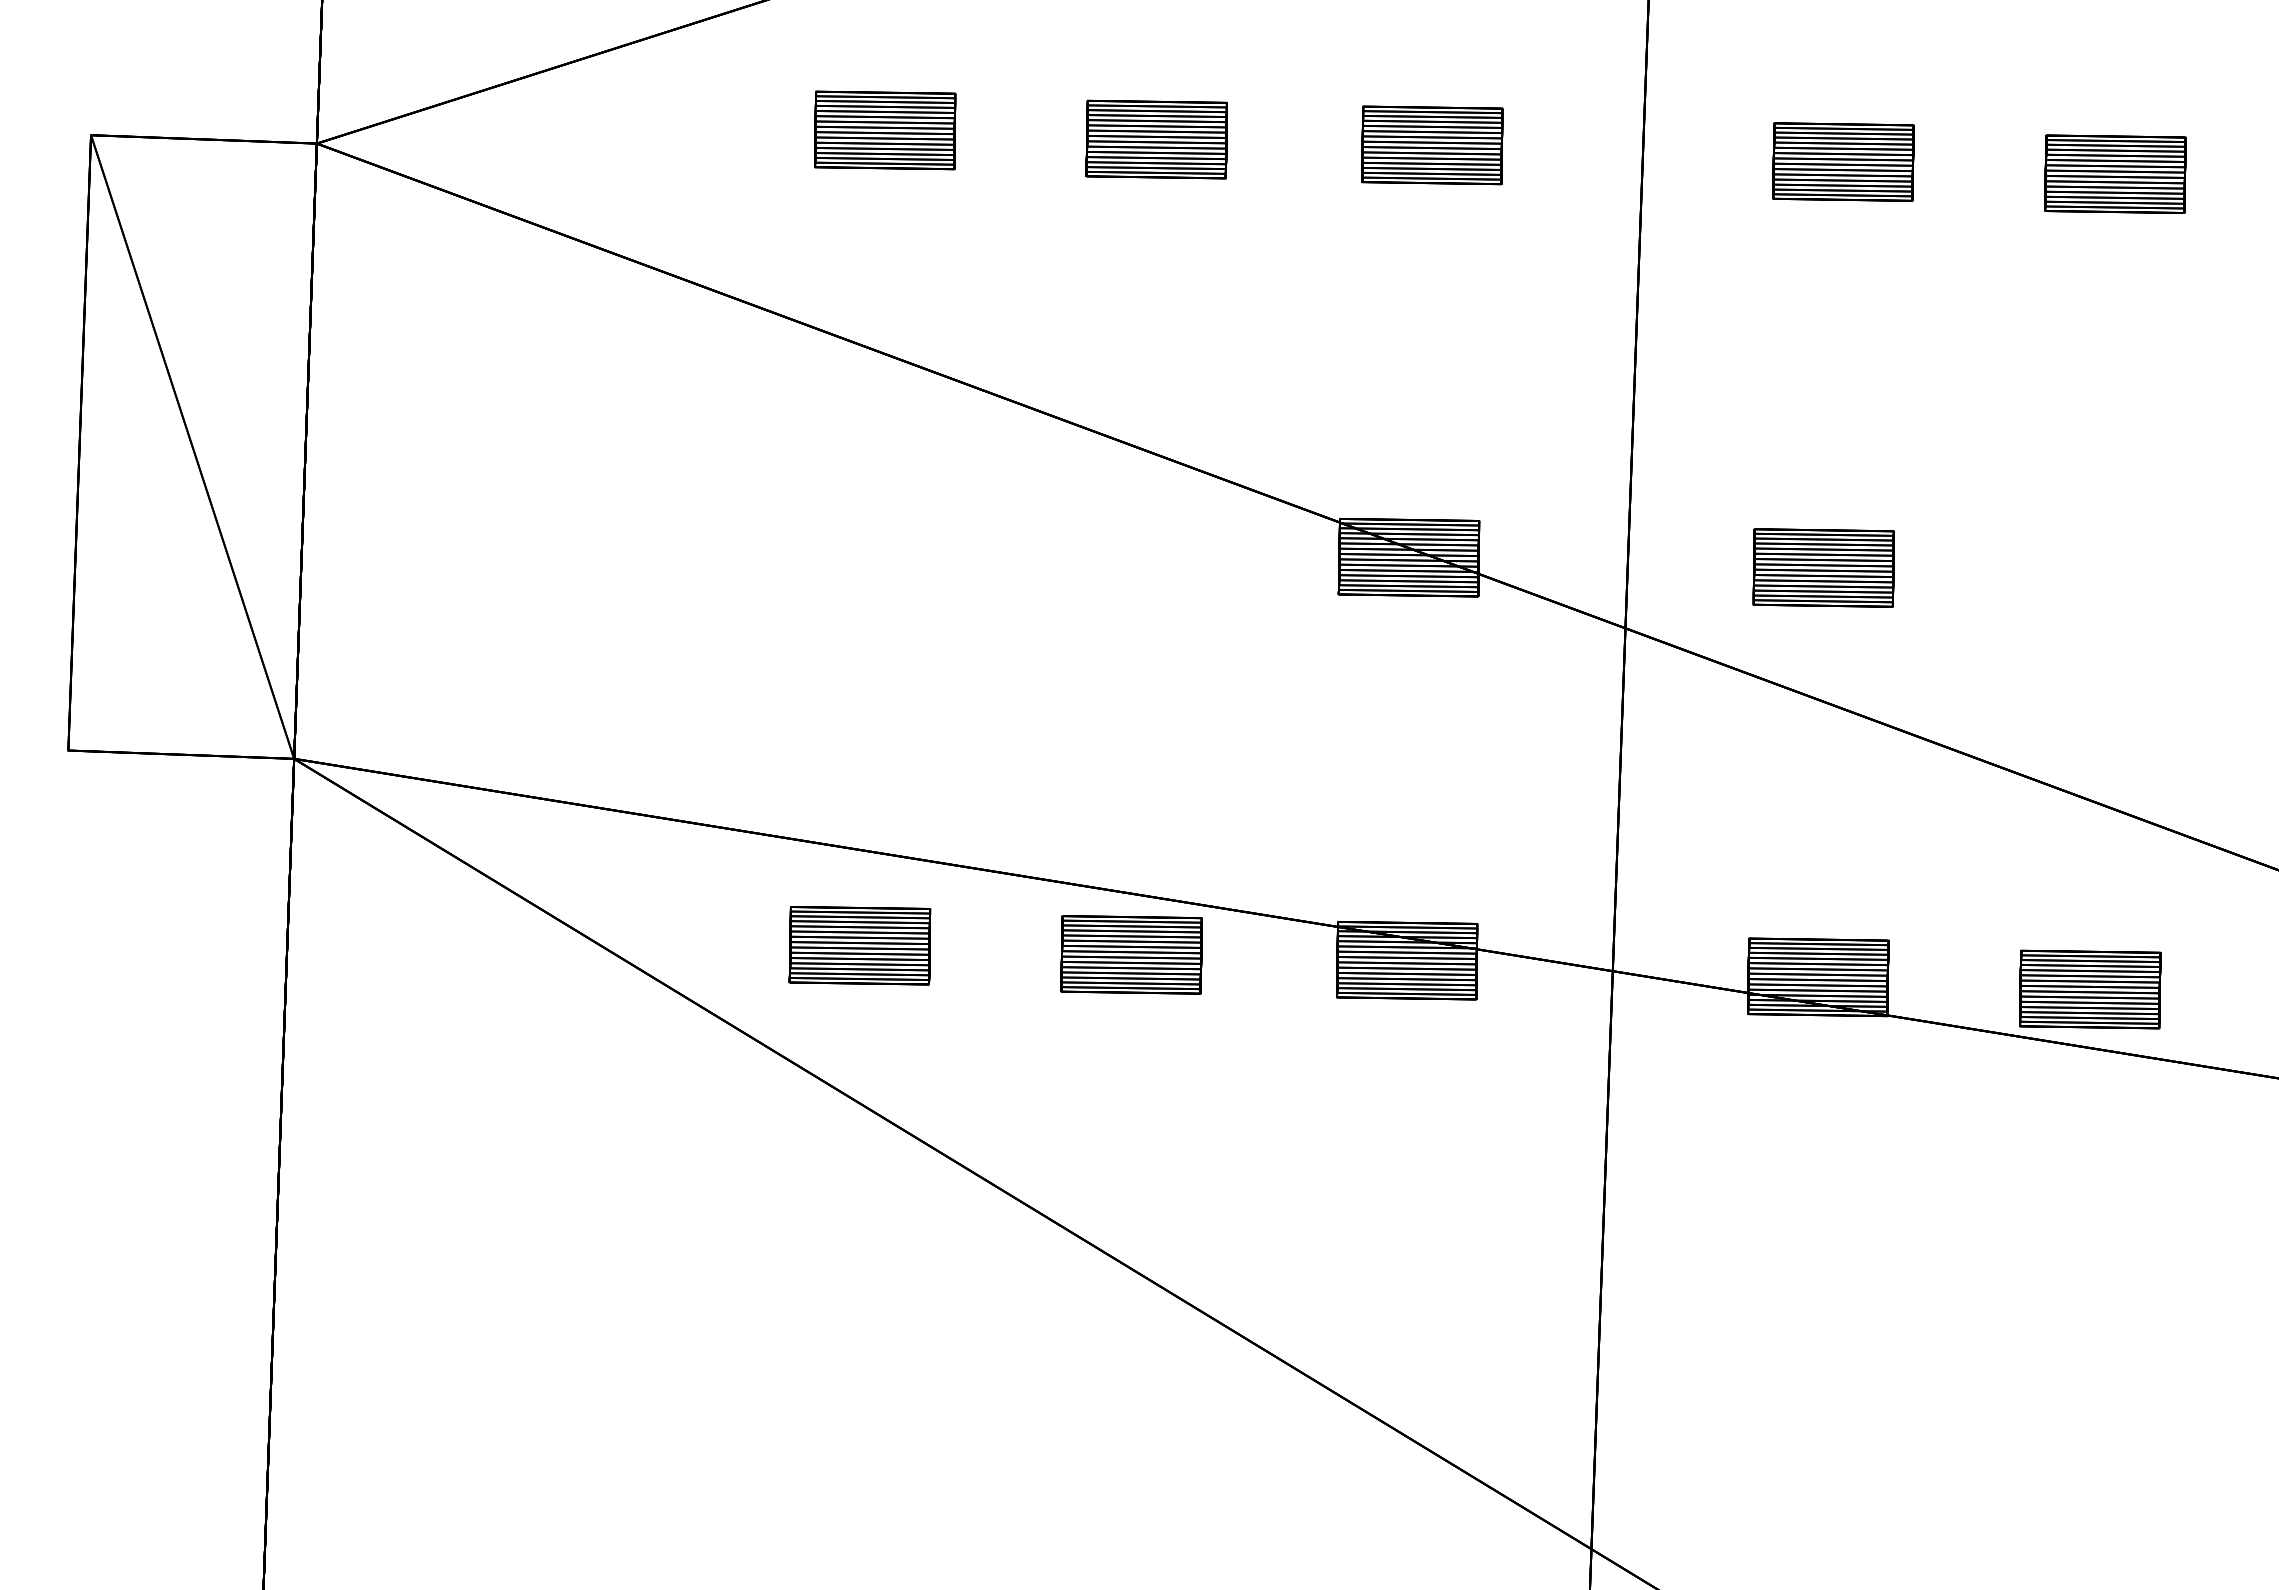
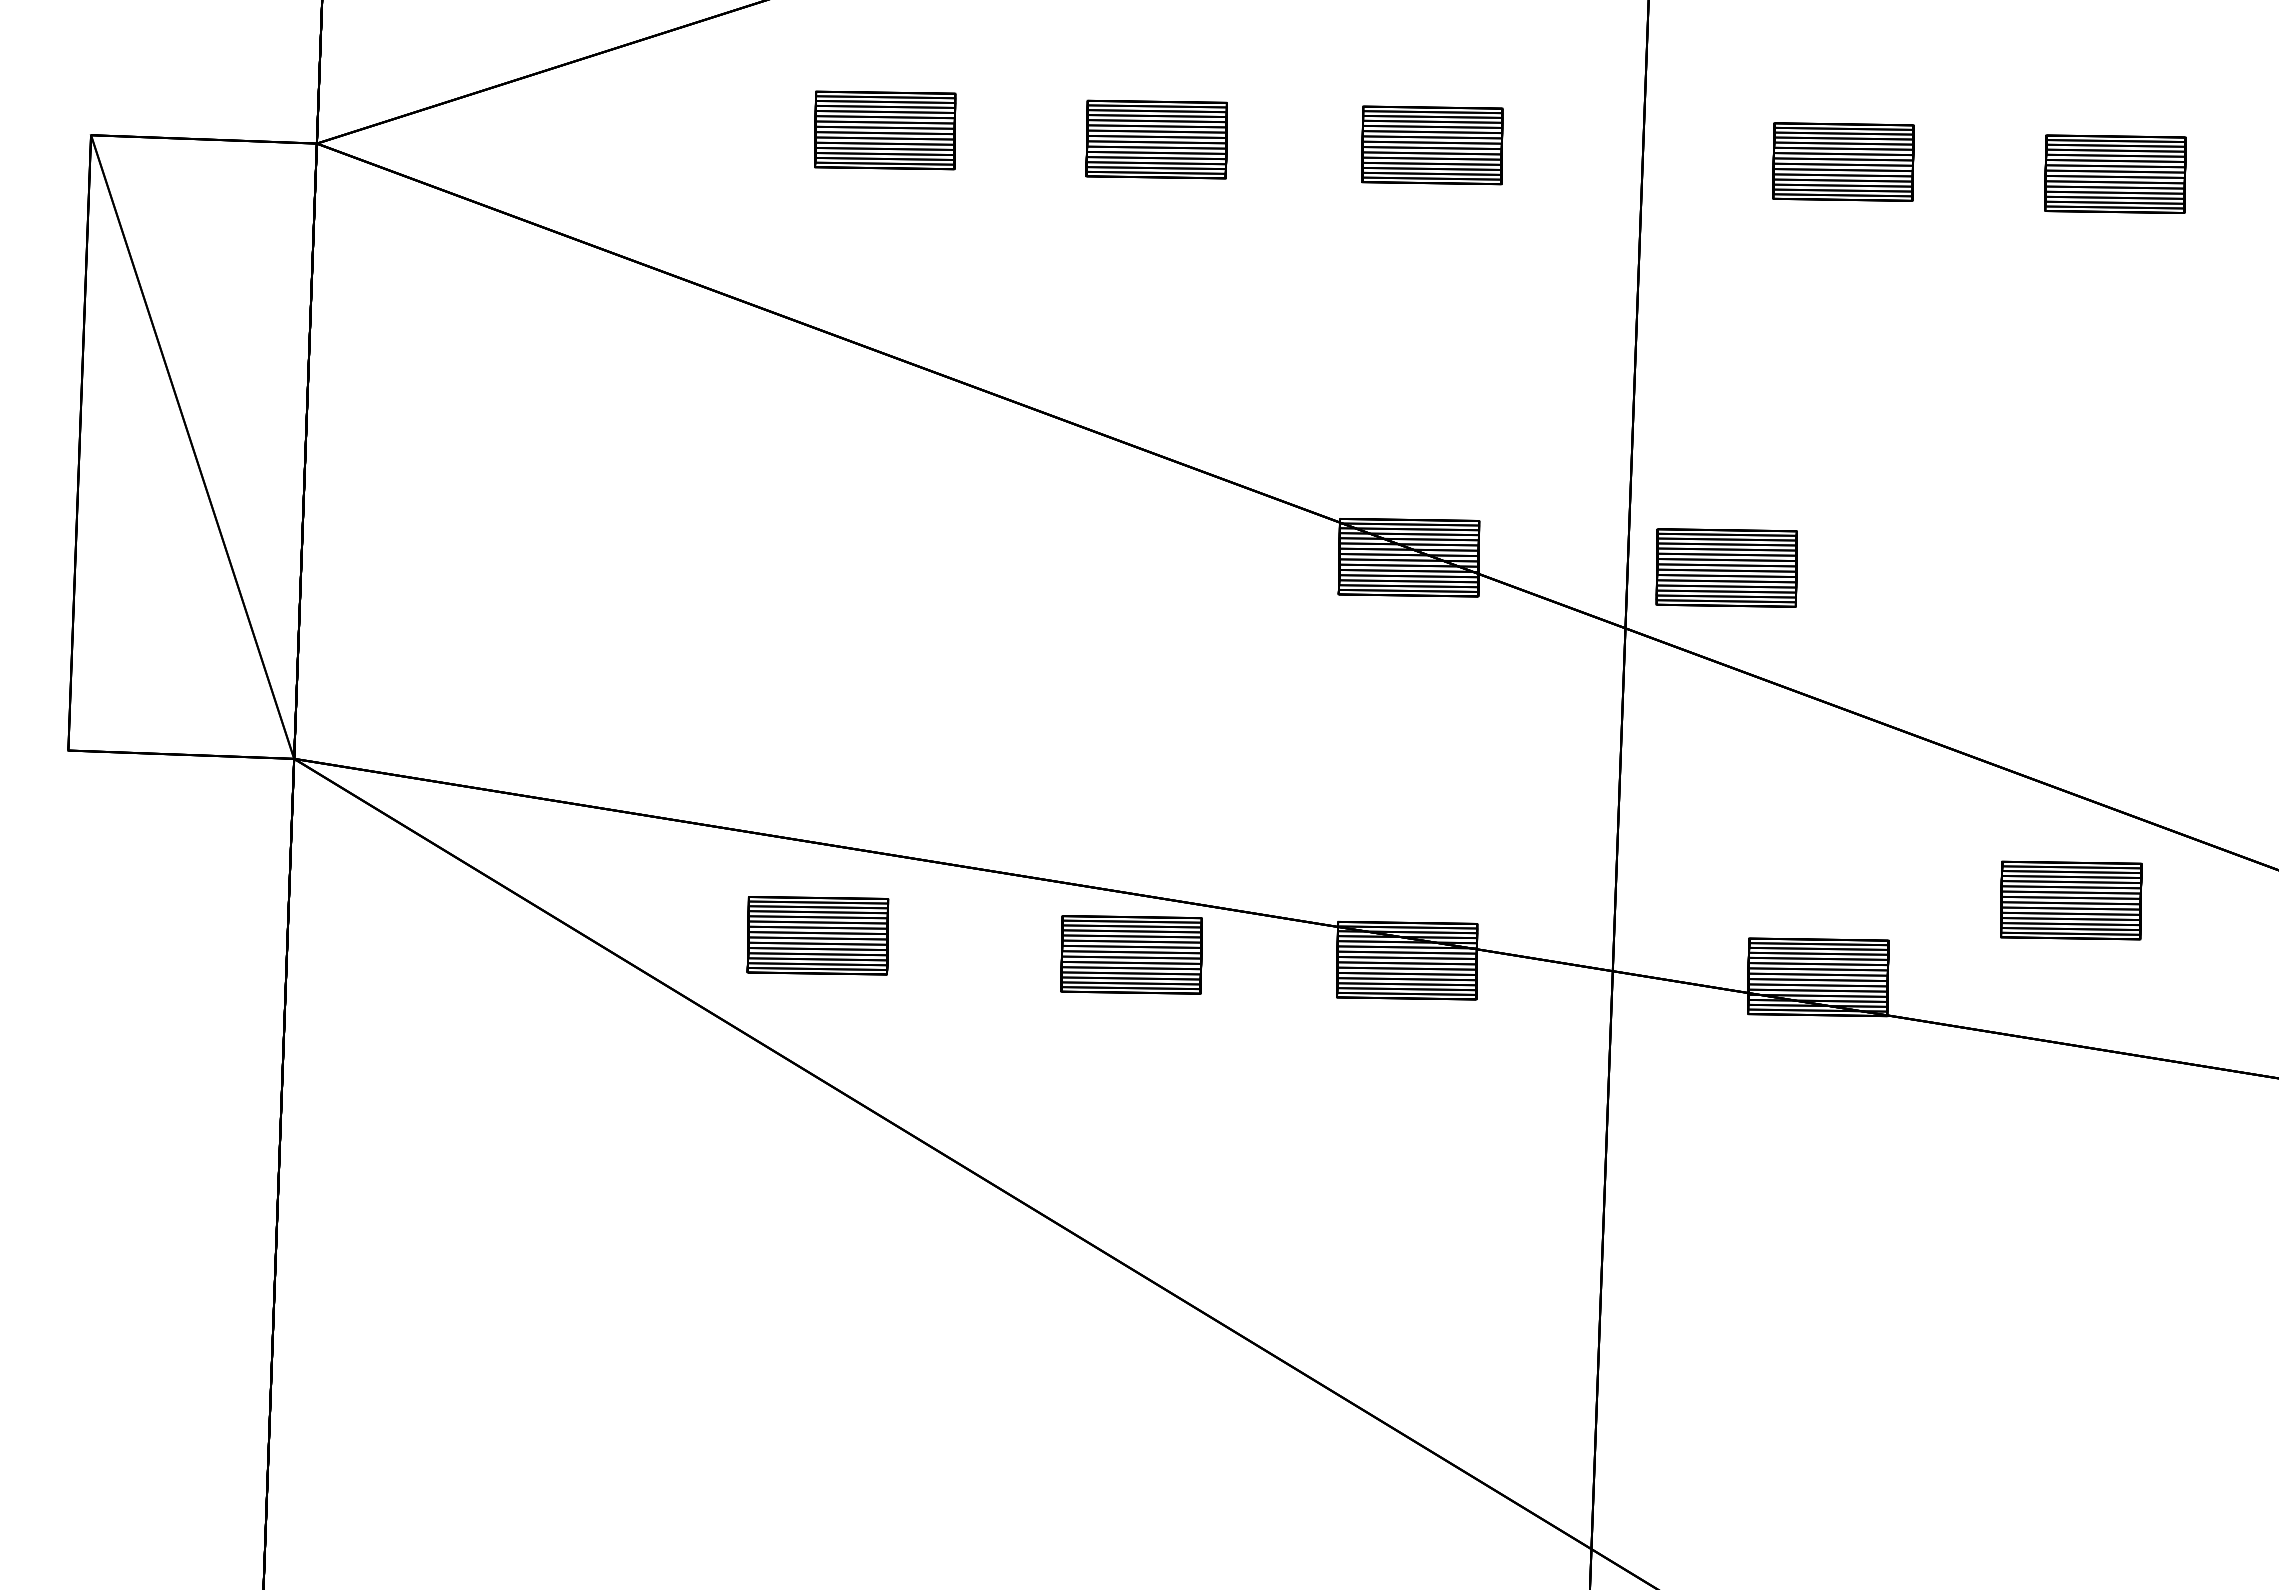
part at (1823, 567) position: (1823, 567) -> (1726, 567)
part at (859, 945) position: (859, 945) -> (817, 935)
part at (2090, 989) position: (2090, 989) -> (2071, 900)
